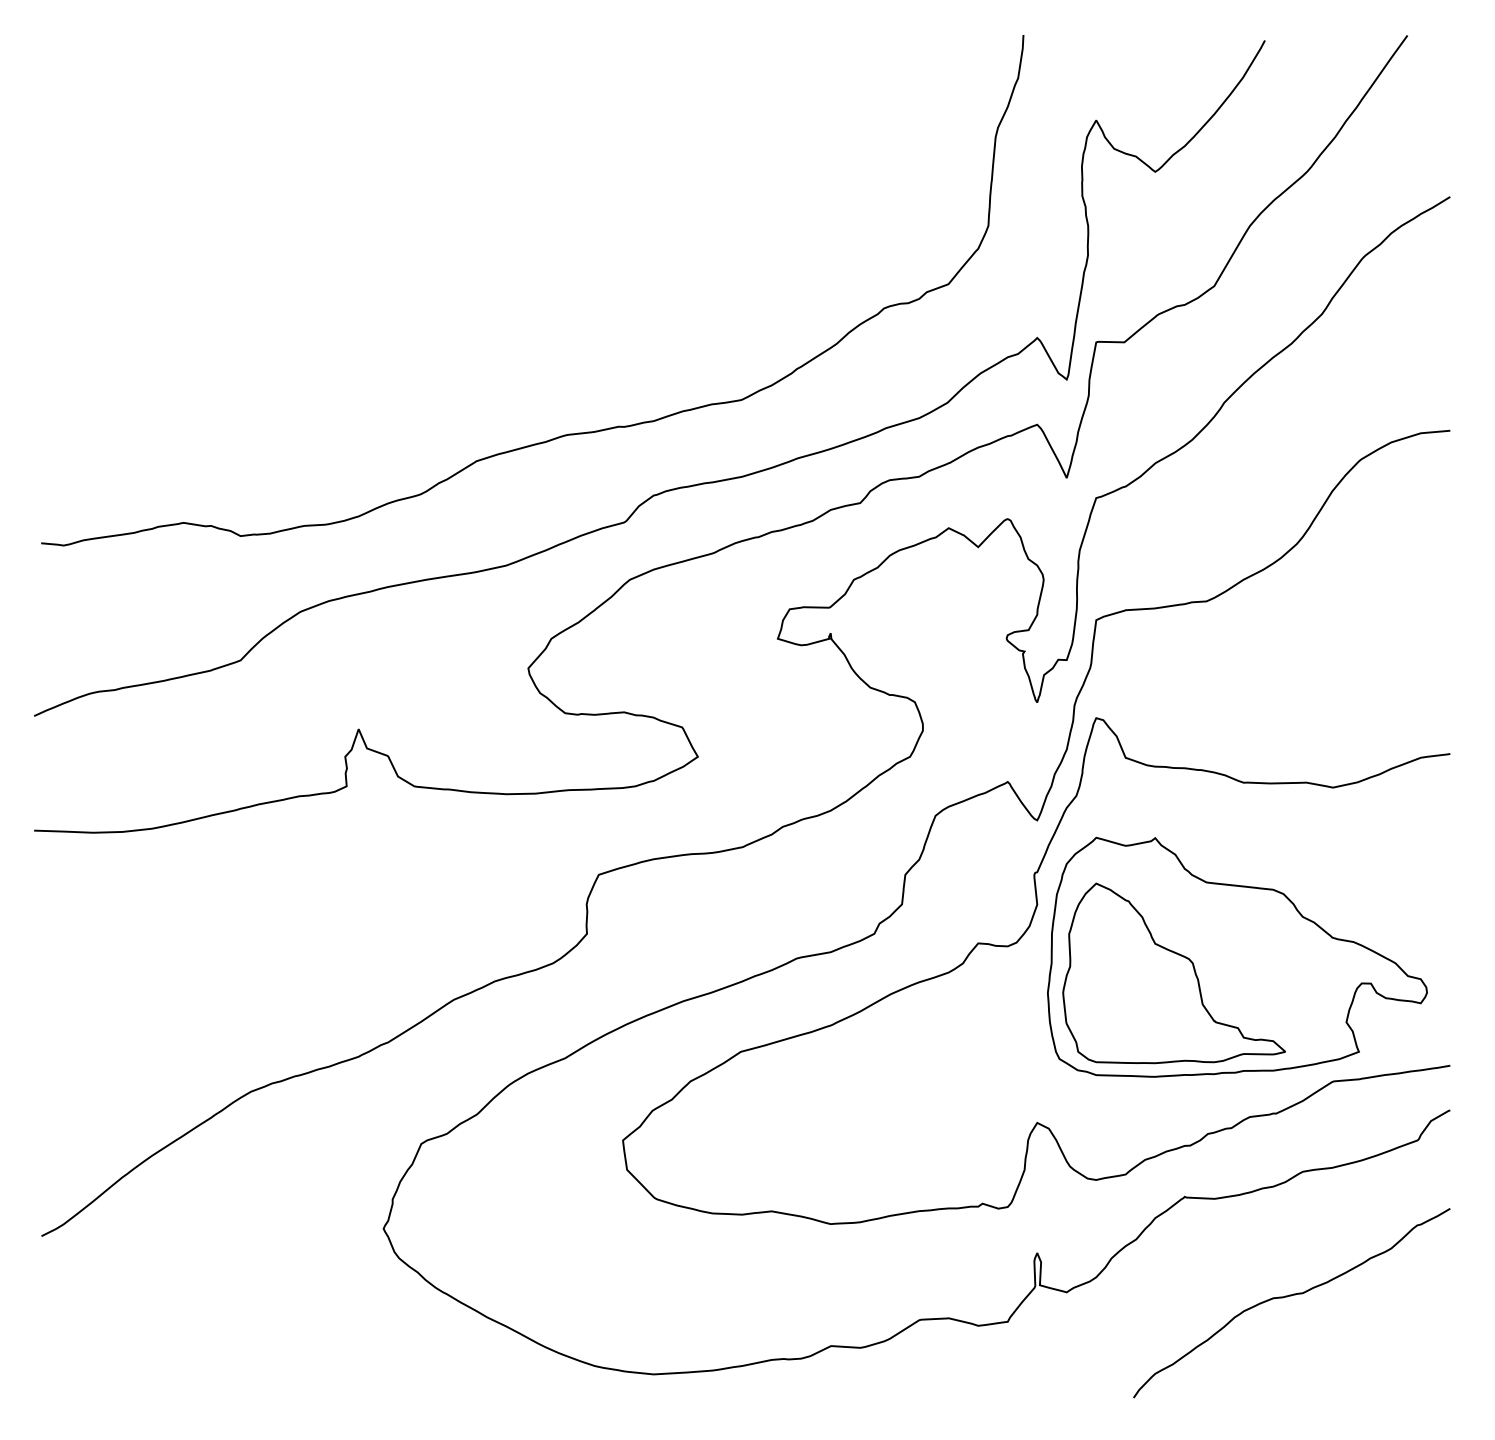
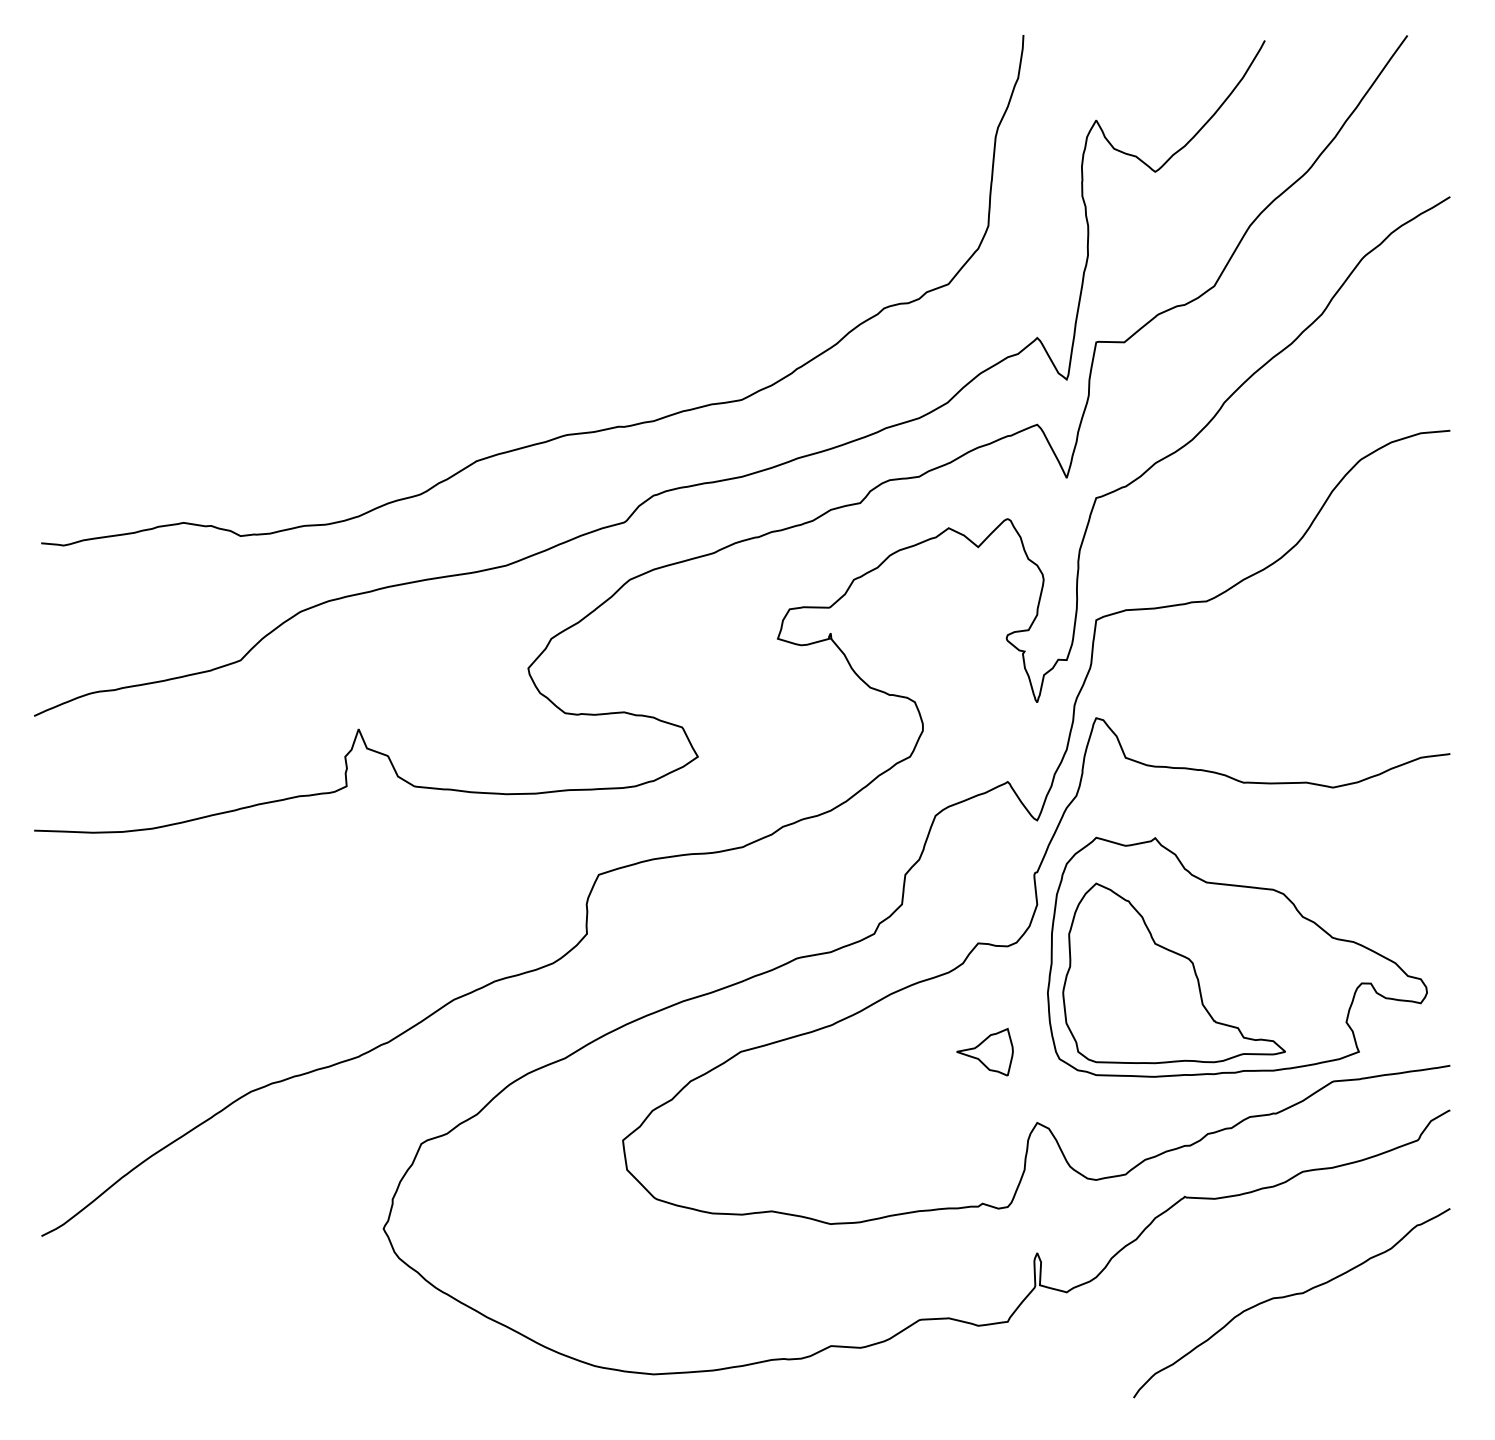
part at (984, 1051): none -> present
